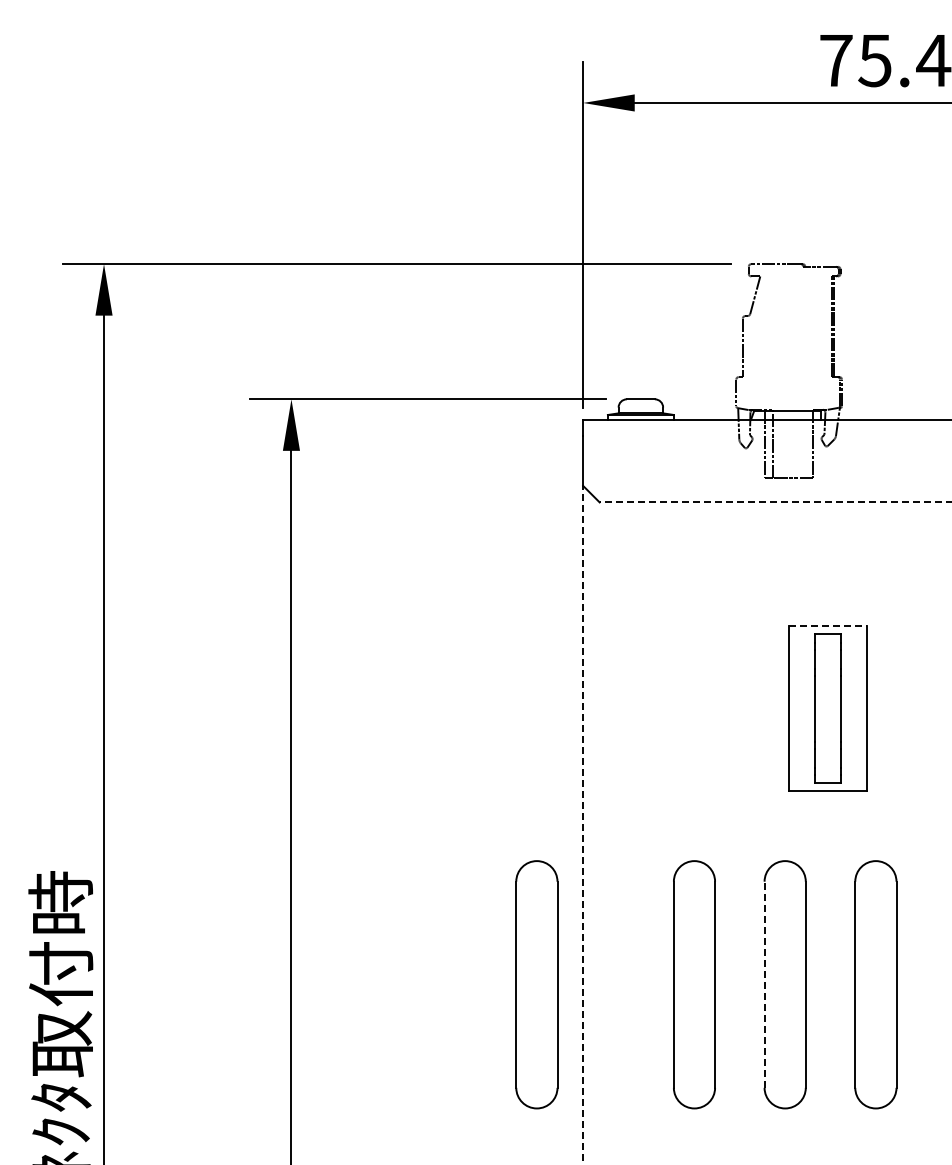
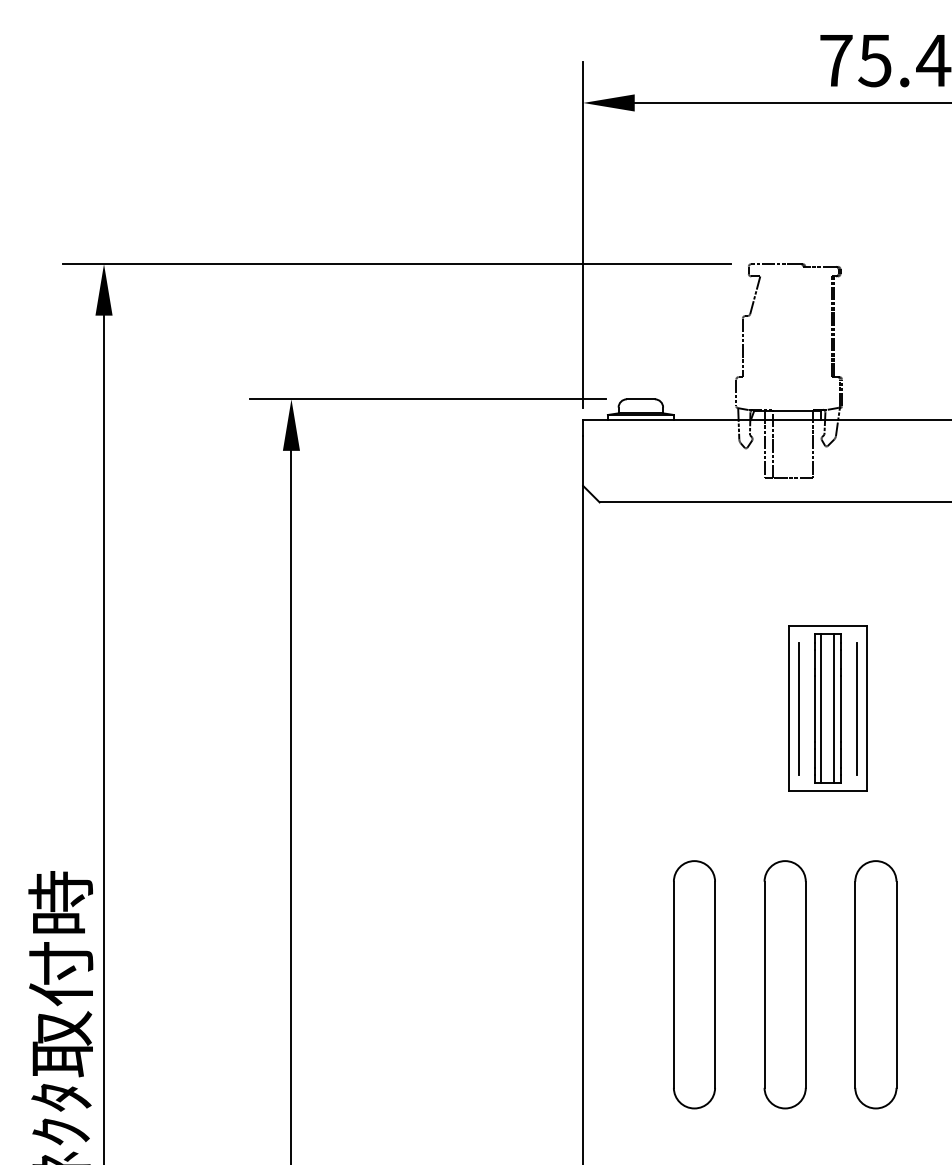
line at (775, 502): dashed -> solid
line at (828, 626): dashed -> solid
line at (798, 708): none -> present
line at (821, 708): none -> present
line at (834, 708): none -> present
line at (857, 708): none -> present
line at (583, 824): dashed -> solid
part at (536, 984): present -> none
line at (764, 984): dashed -> solid
